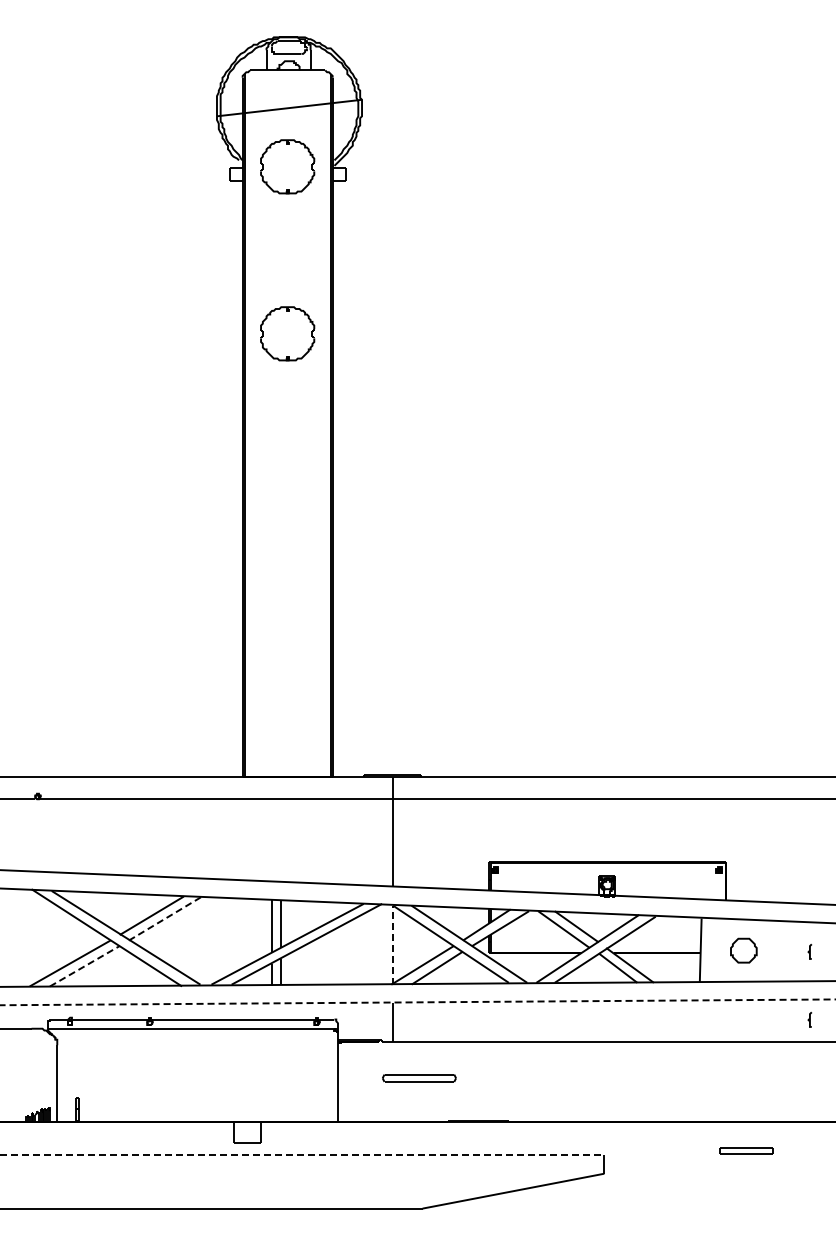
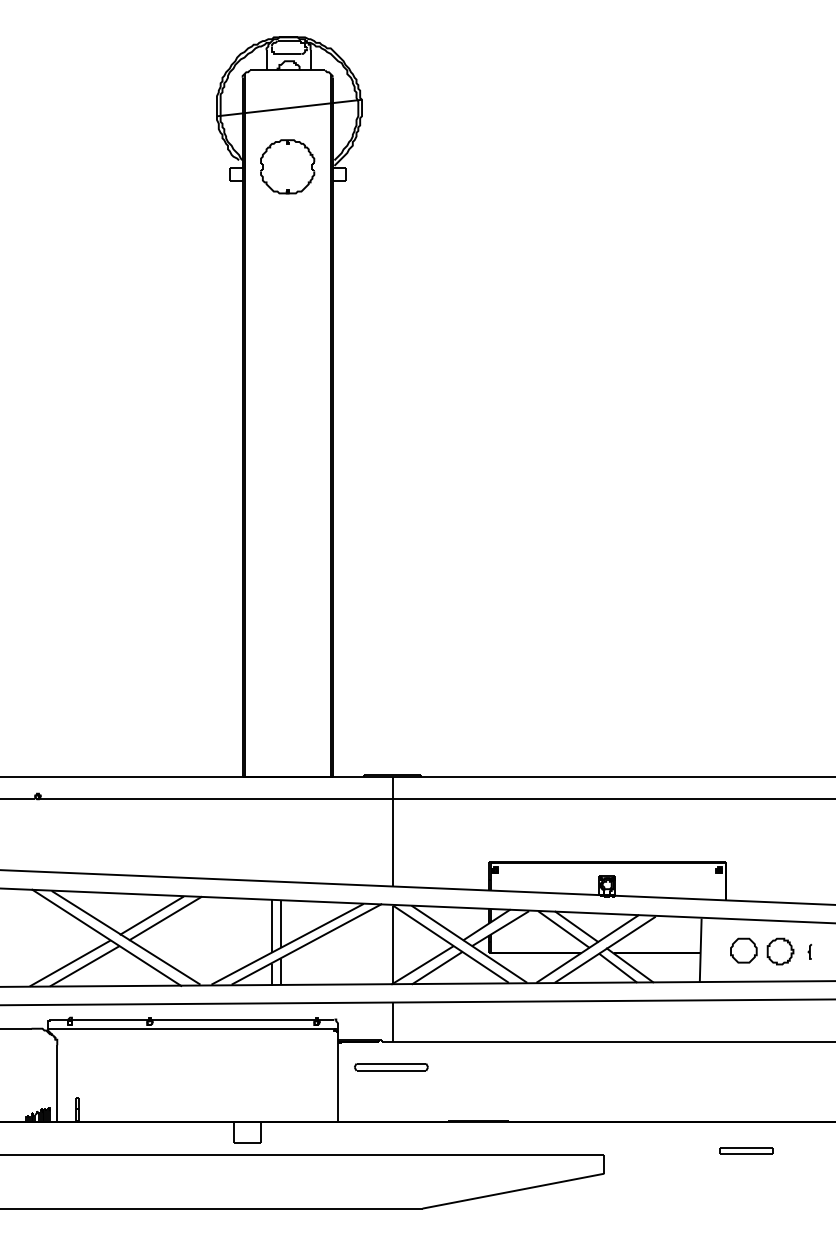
part at (287, 333): present -> none
line at (165, 918): dashed -> solid
line at (393, 944): dashed -> solid
part at (780, 951): none -> present
line at (85, 966): dashed -> solid
line at (417, 1002): dashed -> solid
curve at (809, 1019): present -> none
part at (419, 1078) position: (419, 1078) -> (391, 1067)
line at (302, 1155): dashed -> solid
